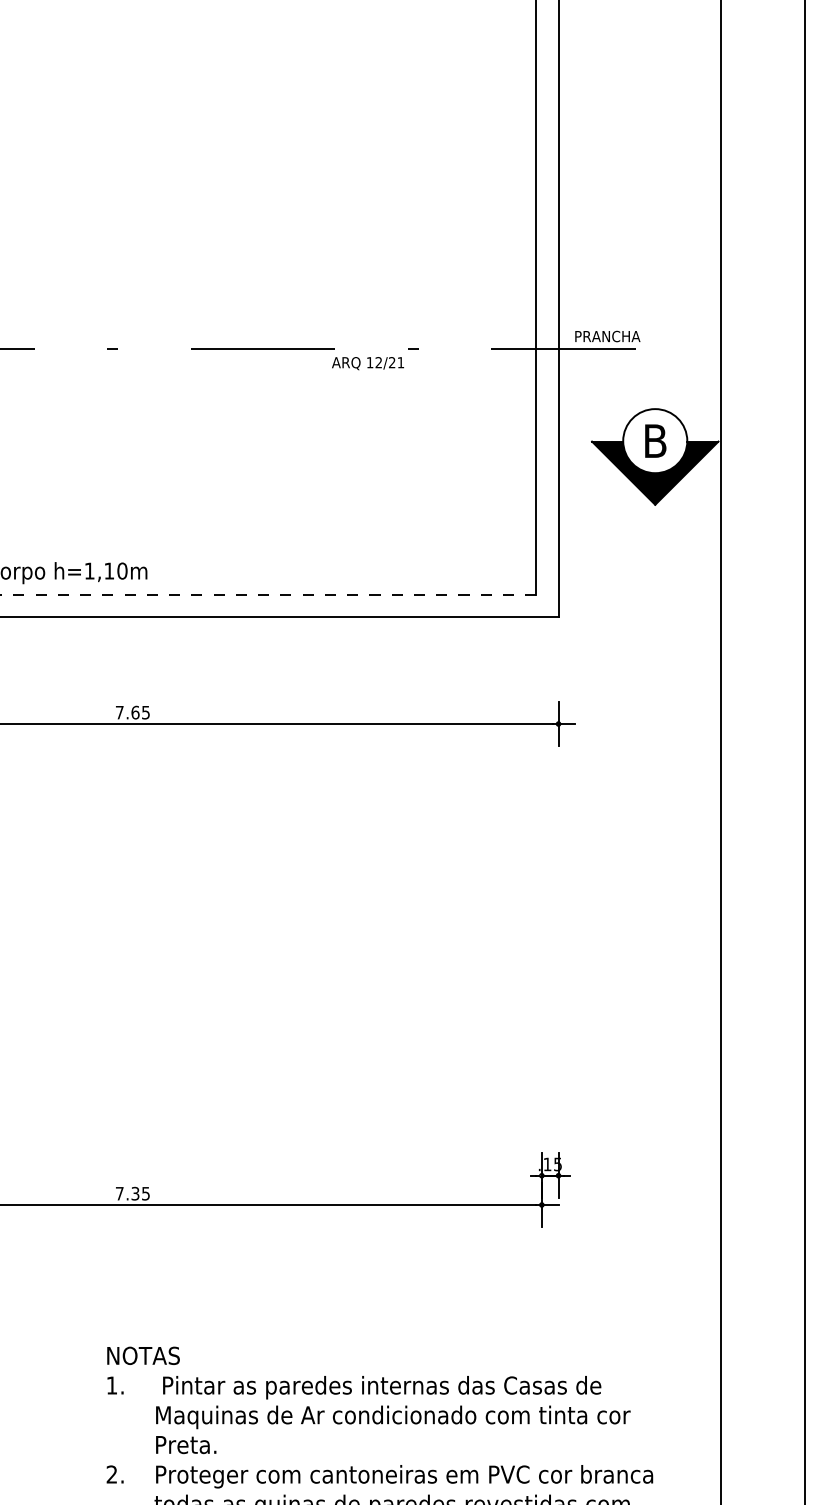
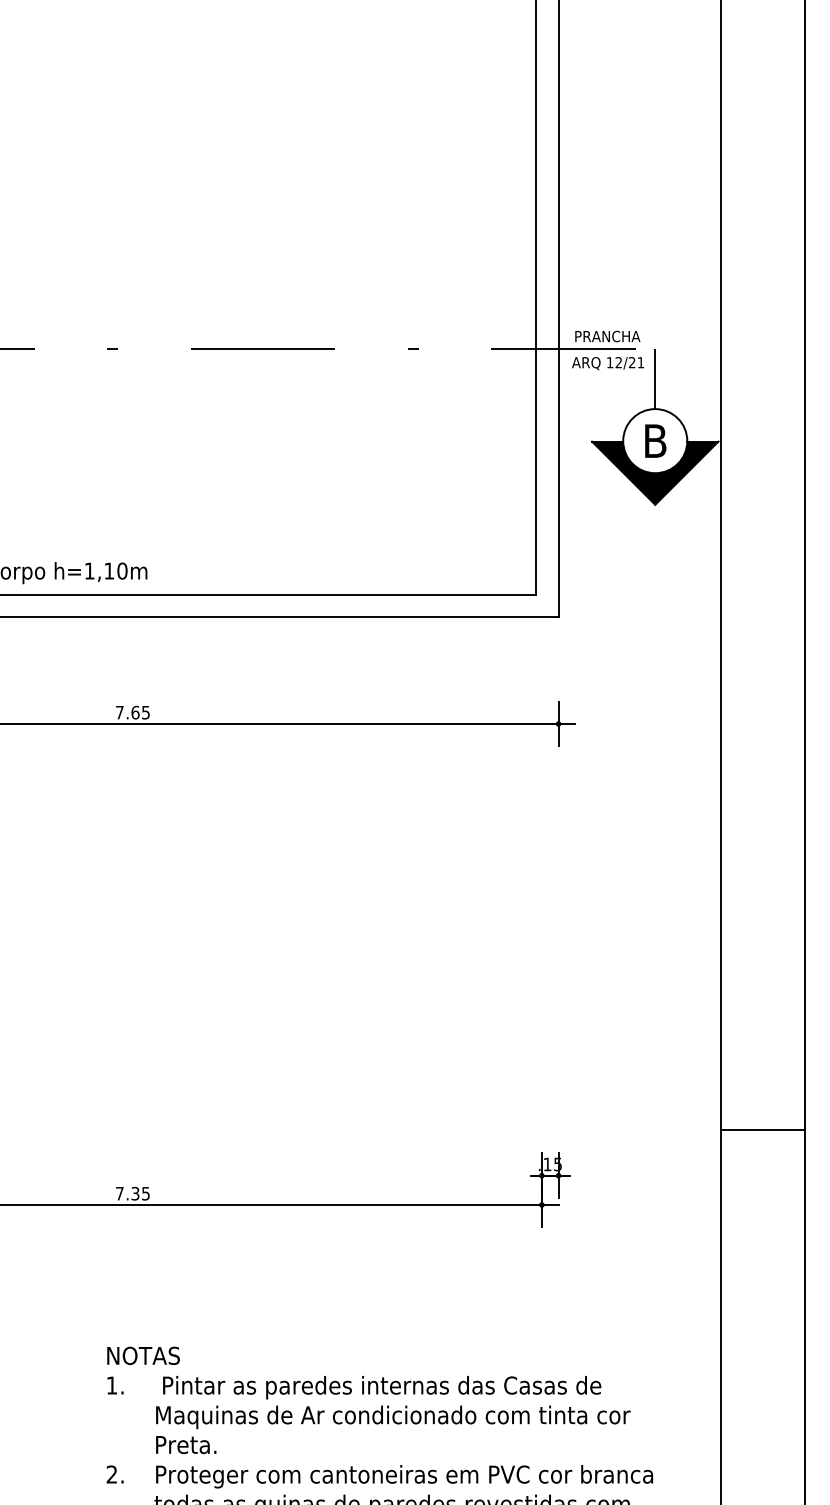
text at (367, 363) position: (367, 363) -> (607, 363)
line at (655, 379): none -> present
line at (268, 594): dashed -> solid
line at (762, 1129): none -> present
